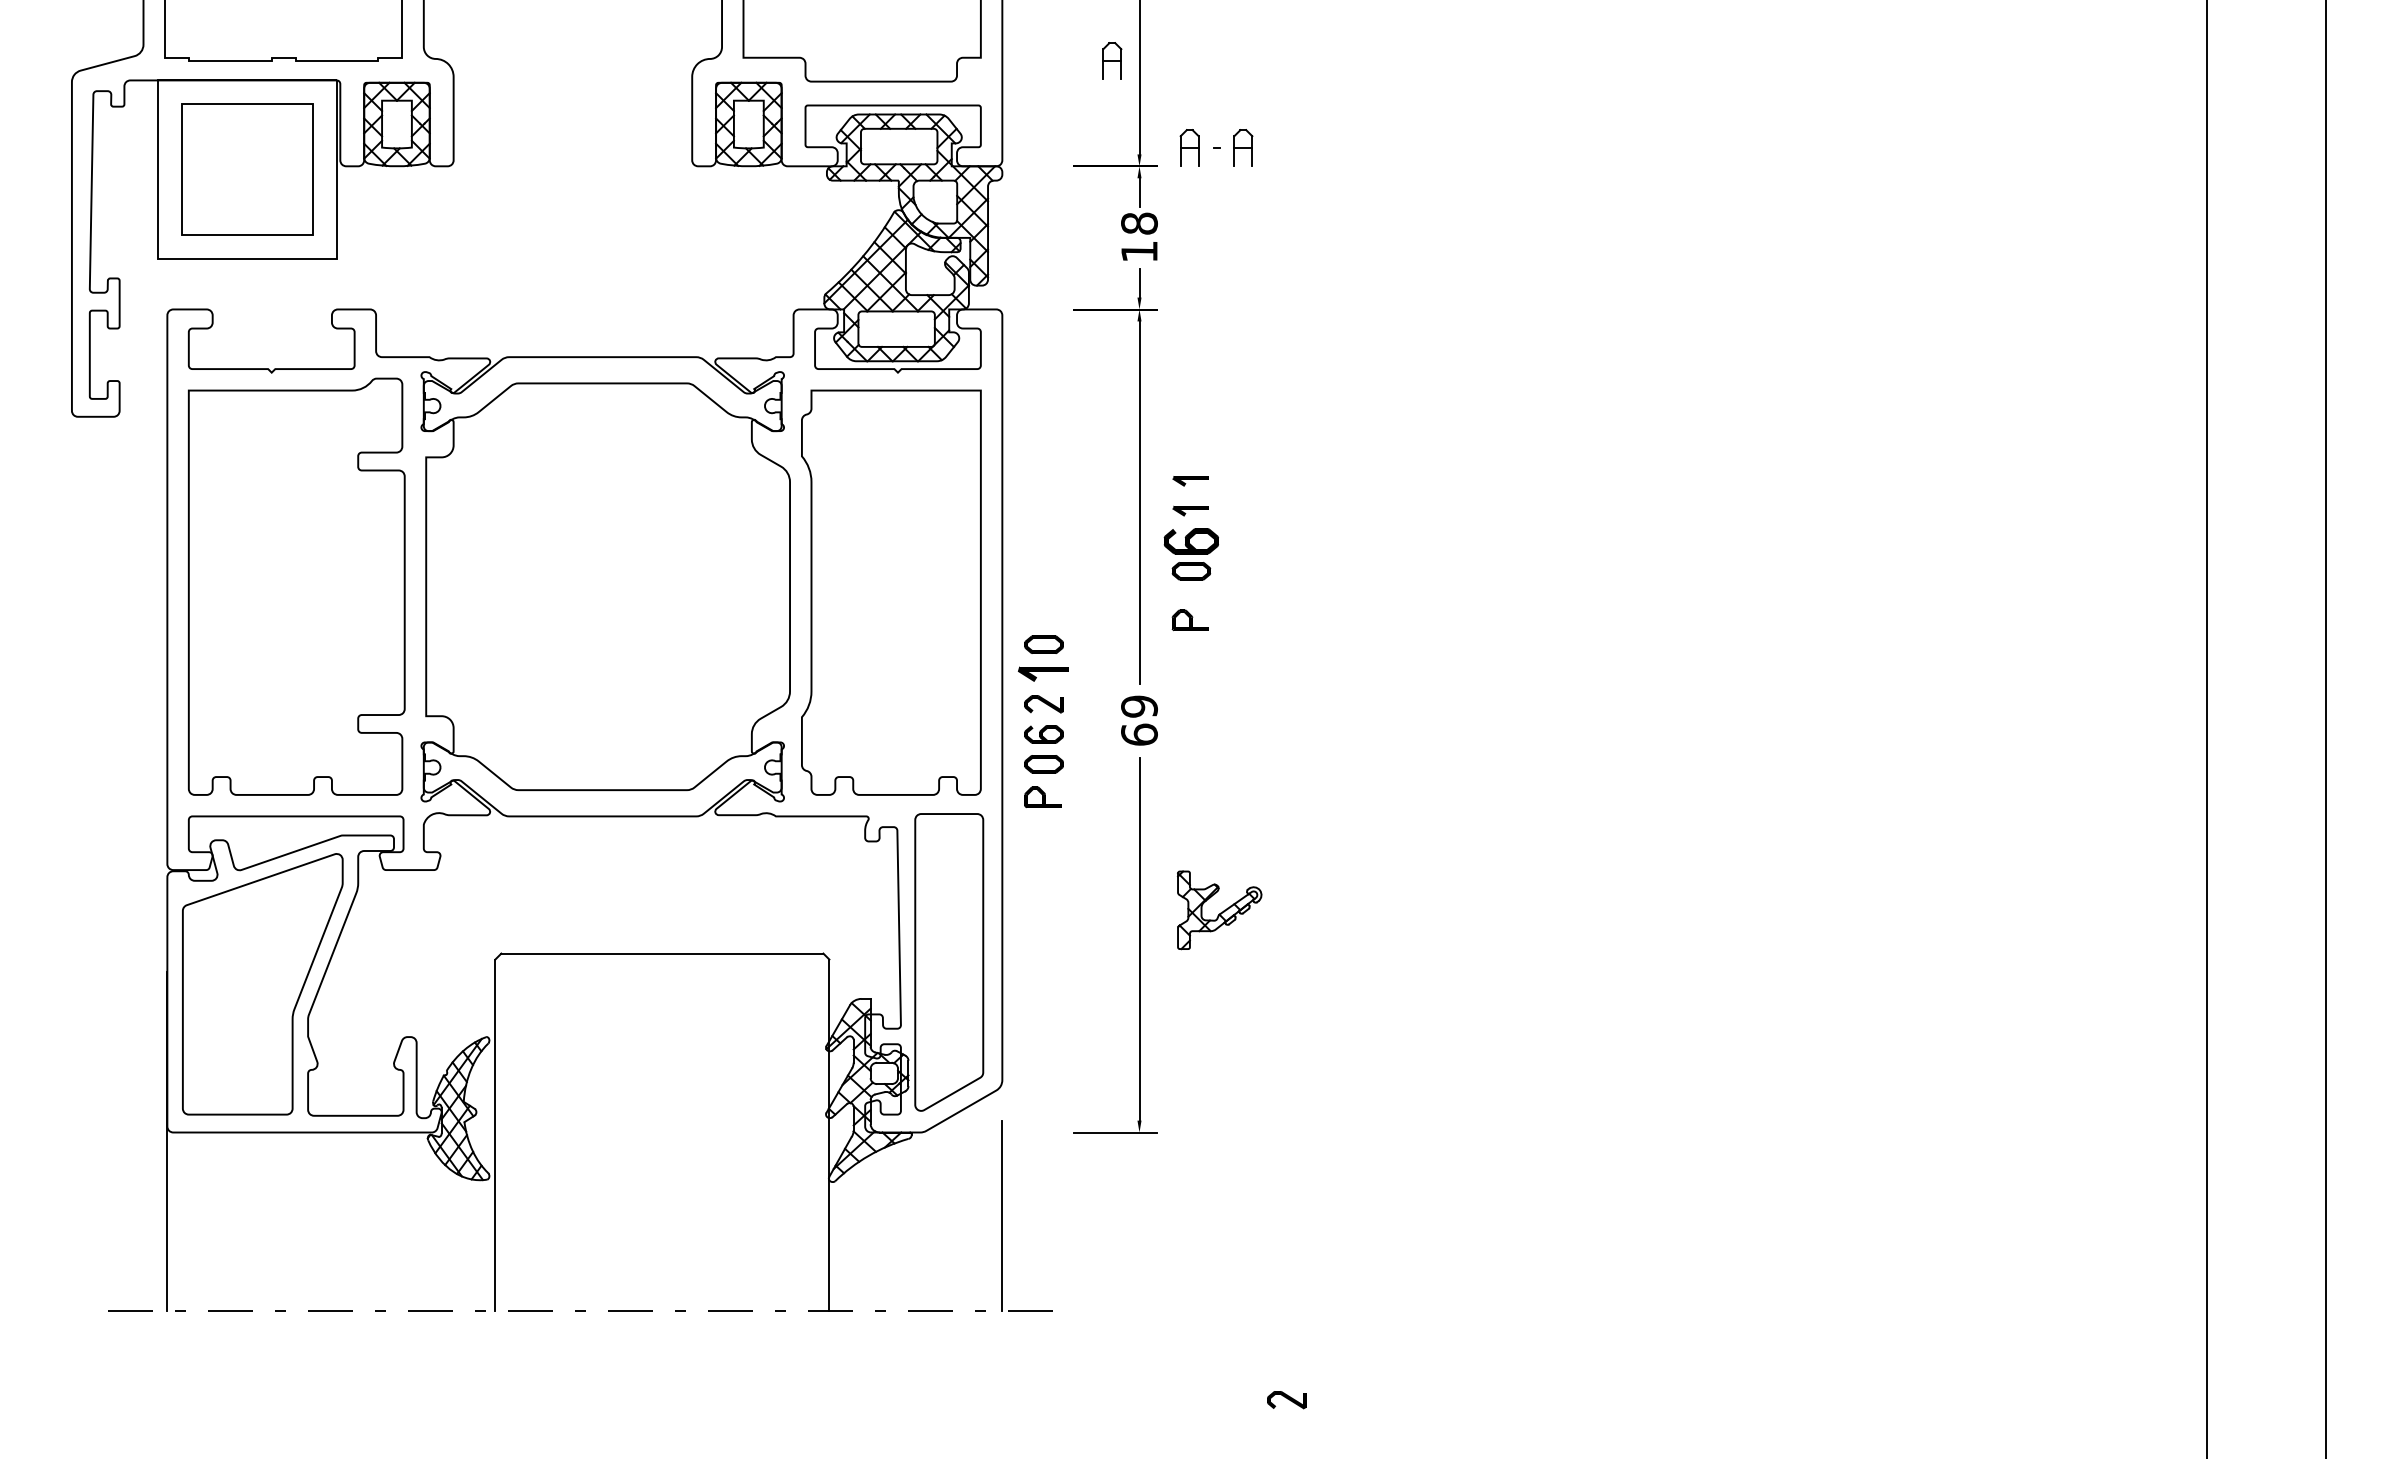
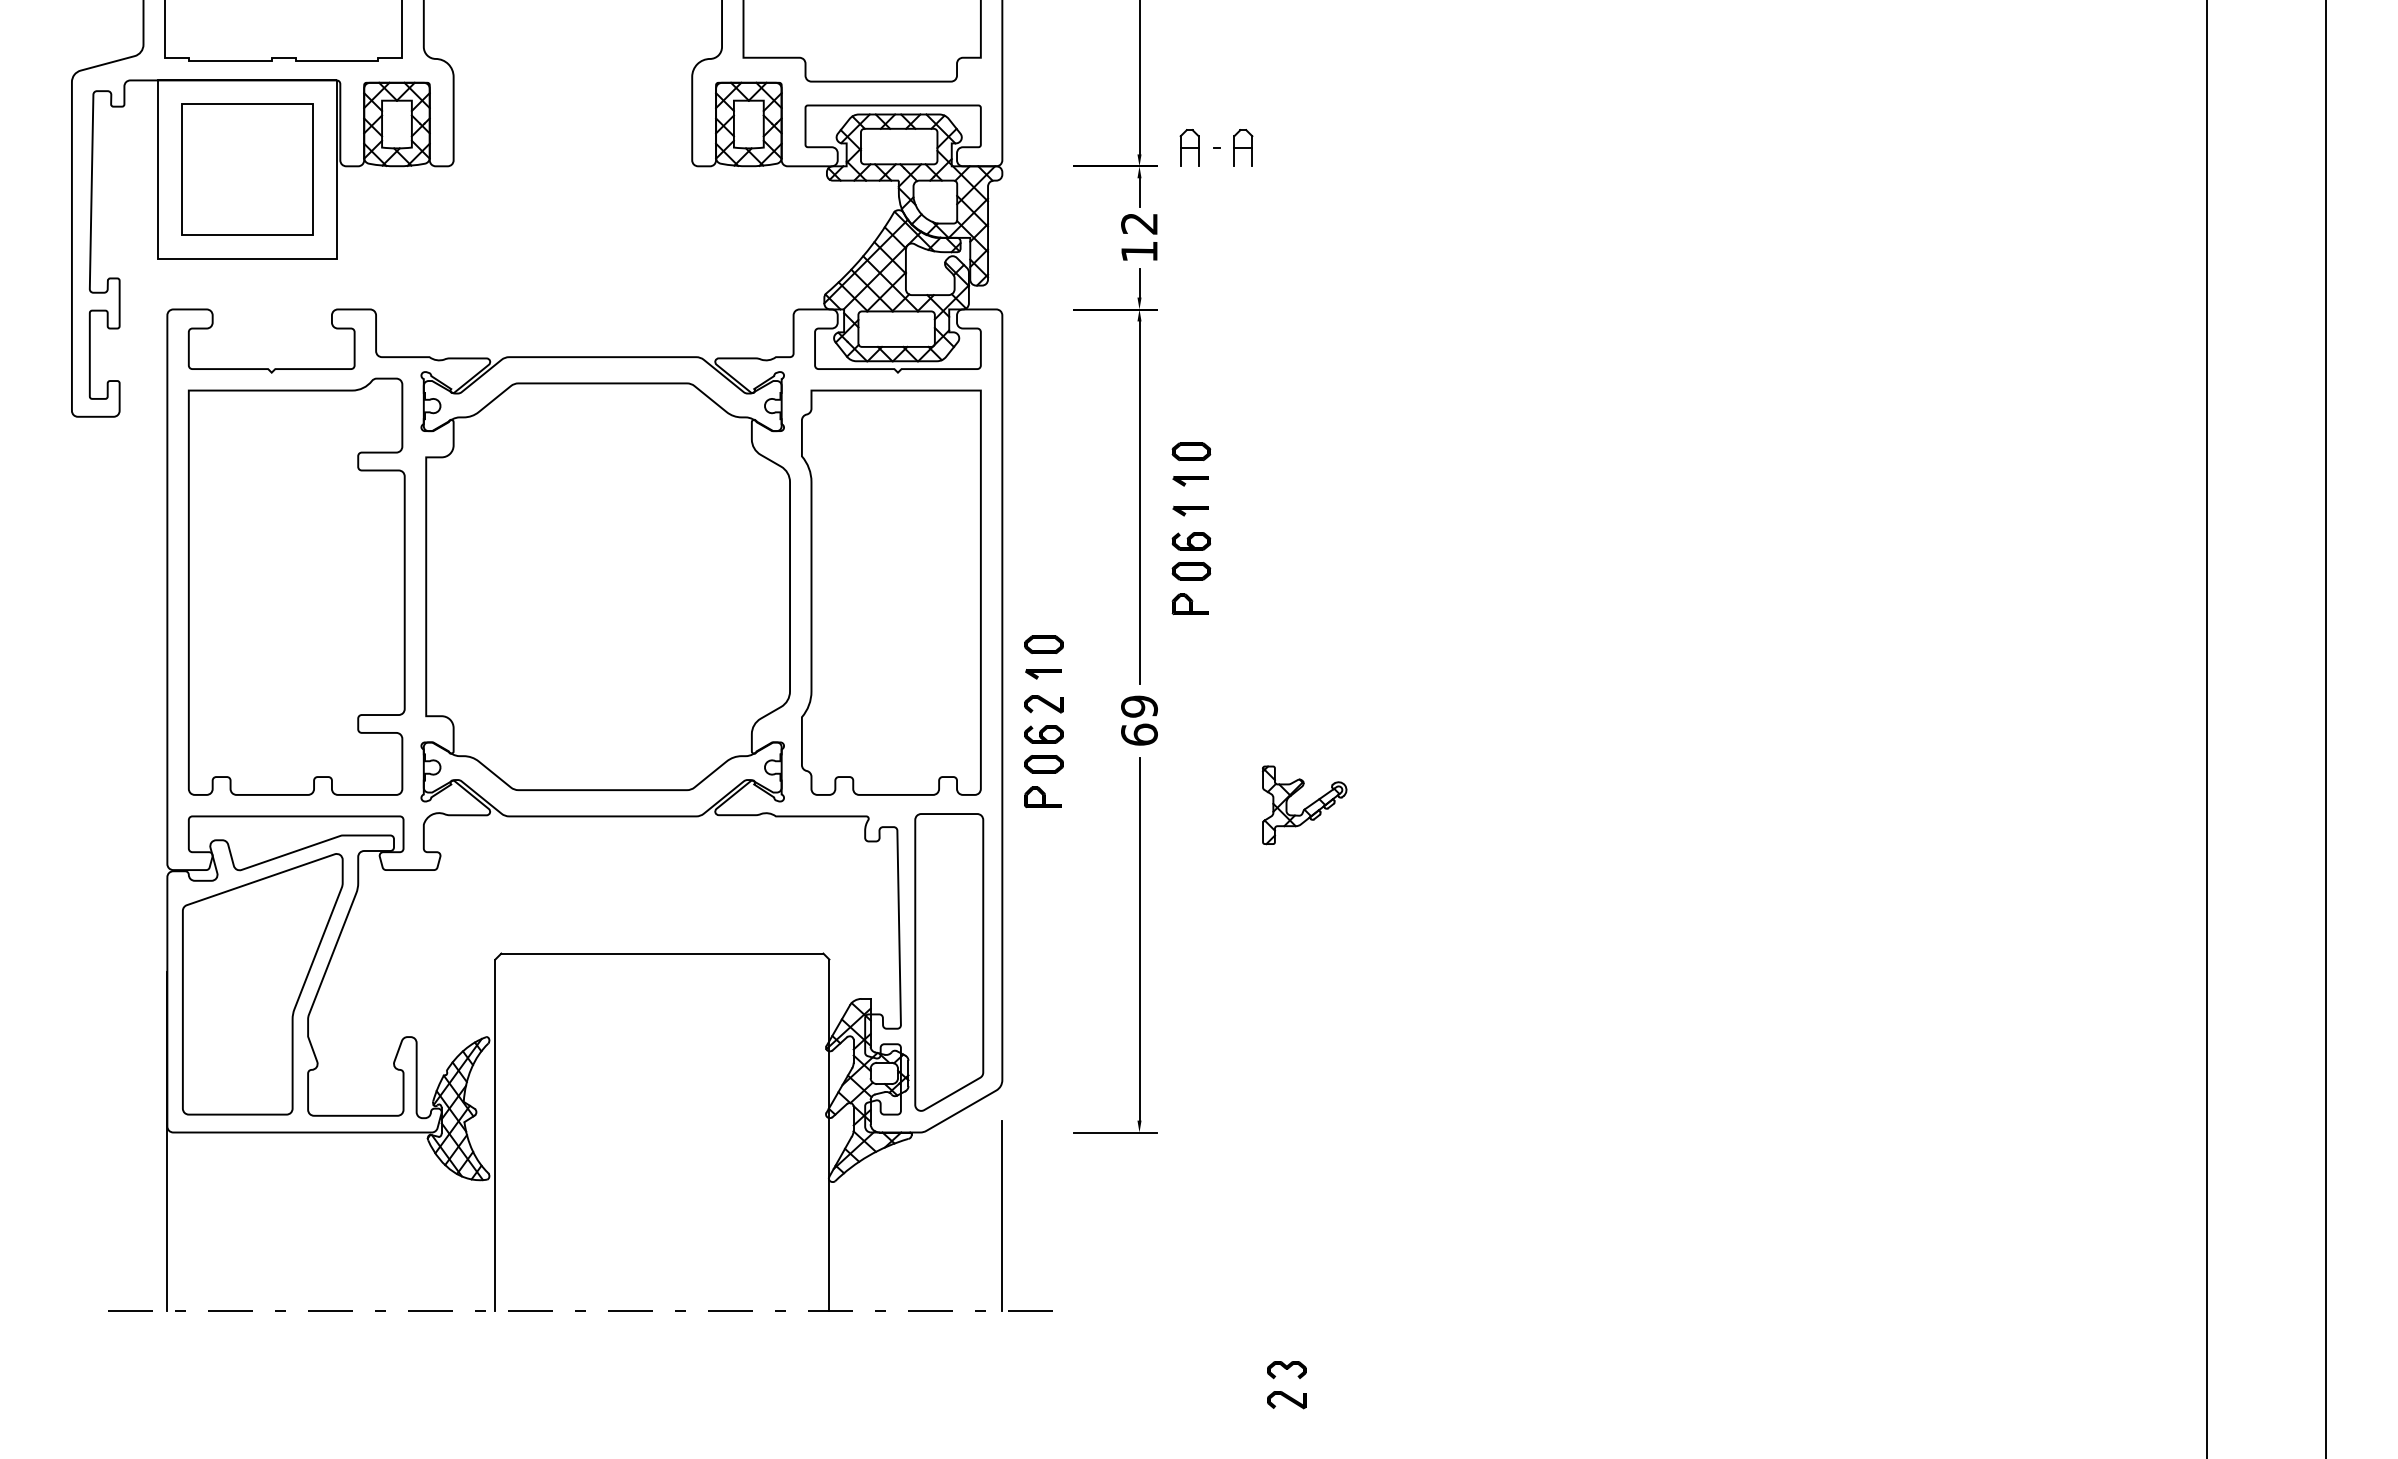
part at (1112, 60): present -> none
text at (1139, 223): 18 -> 12
part at (1191, 451): none -> present
part at (1190, 541) size: 56x27 px -> 41x19 px
part at (1189, 619) position: (1189, 619) -> (1189, 603)
part at (1043, 673) size: 51x16 px -> 37x11 px
part at (1219, 910) position: (1219, 910) -> (1304, 805)
part at (1286, 1370): none -> present
